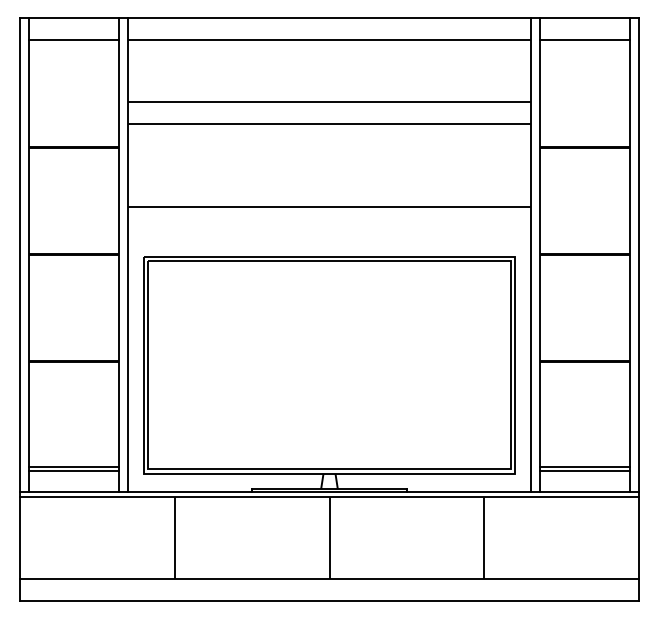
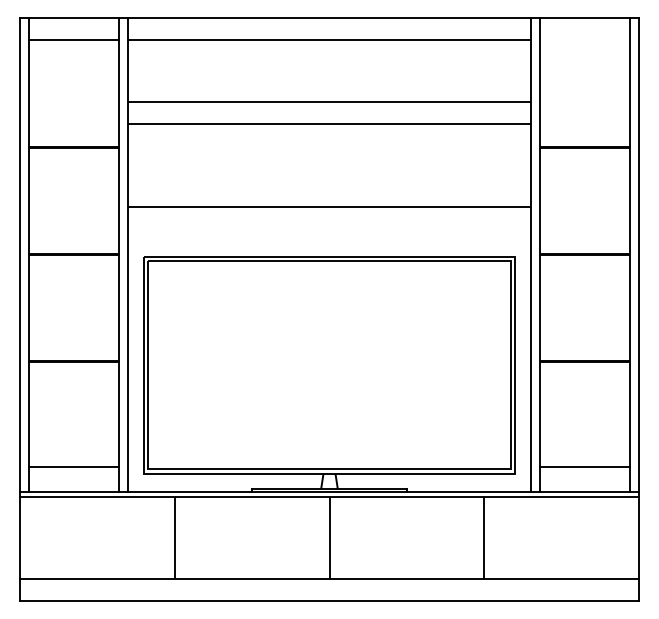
line at (584, 40): present -> none
line at (73, 470): present -> none
line at (584, 470): present -> none
